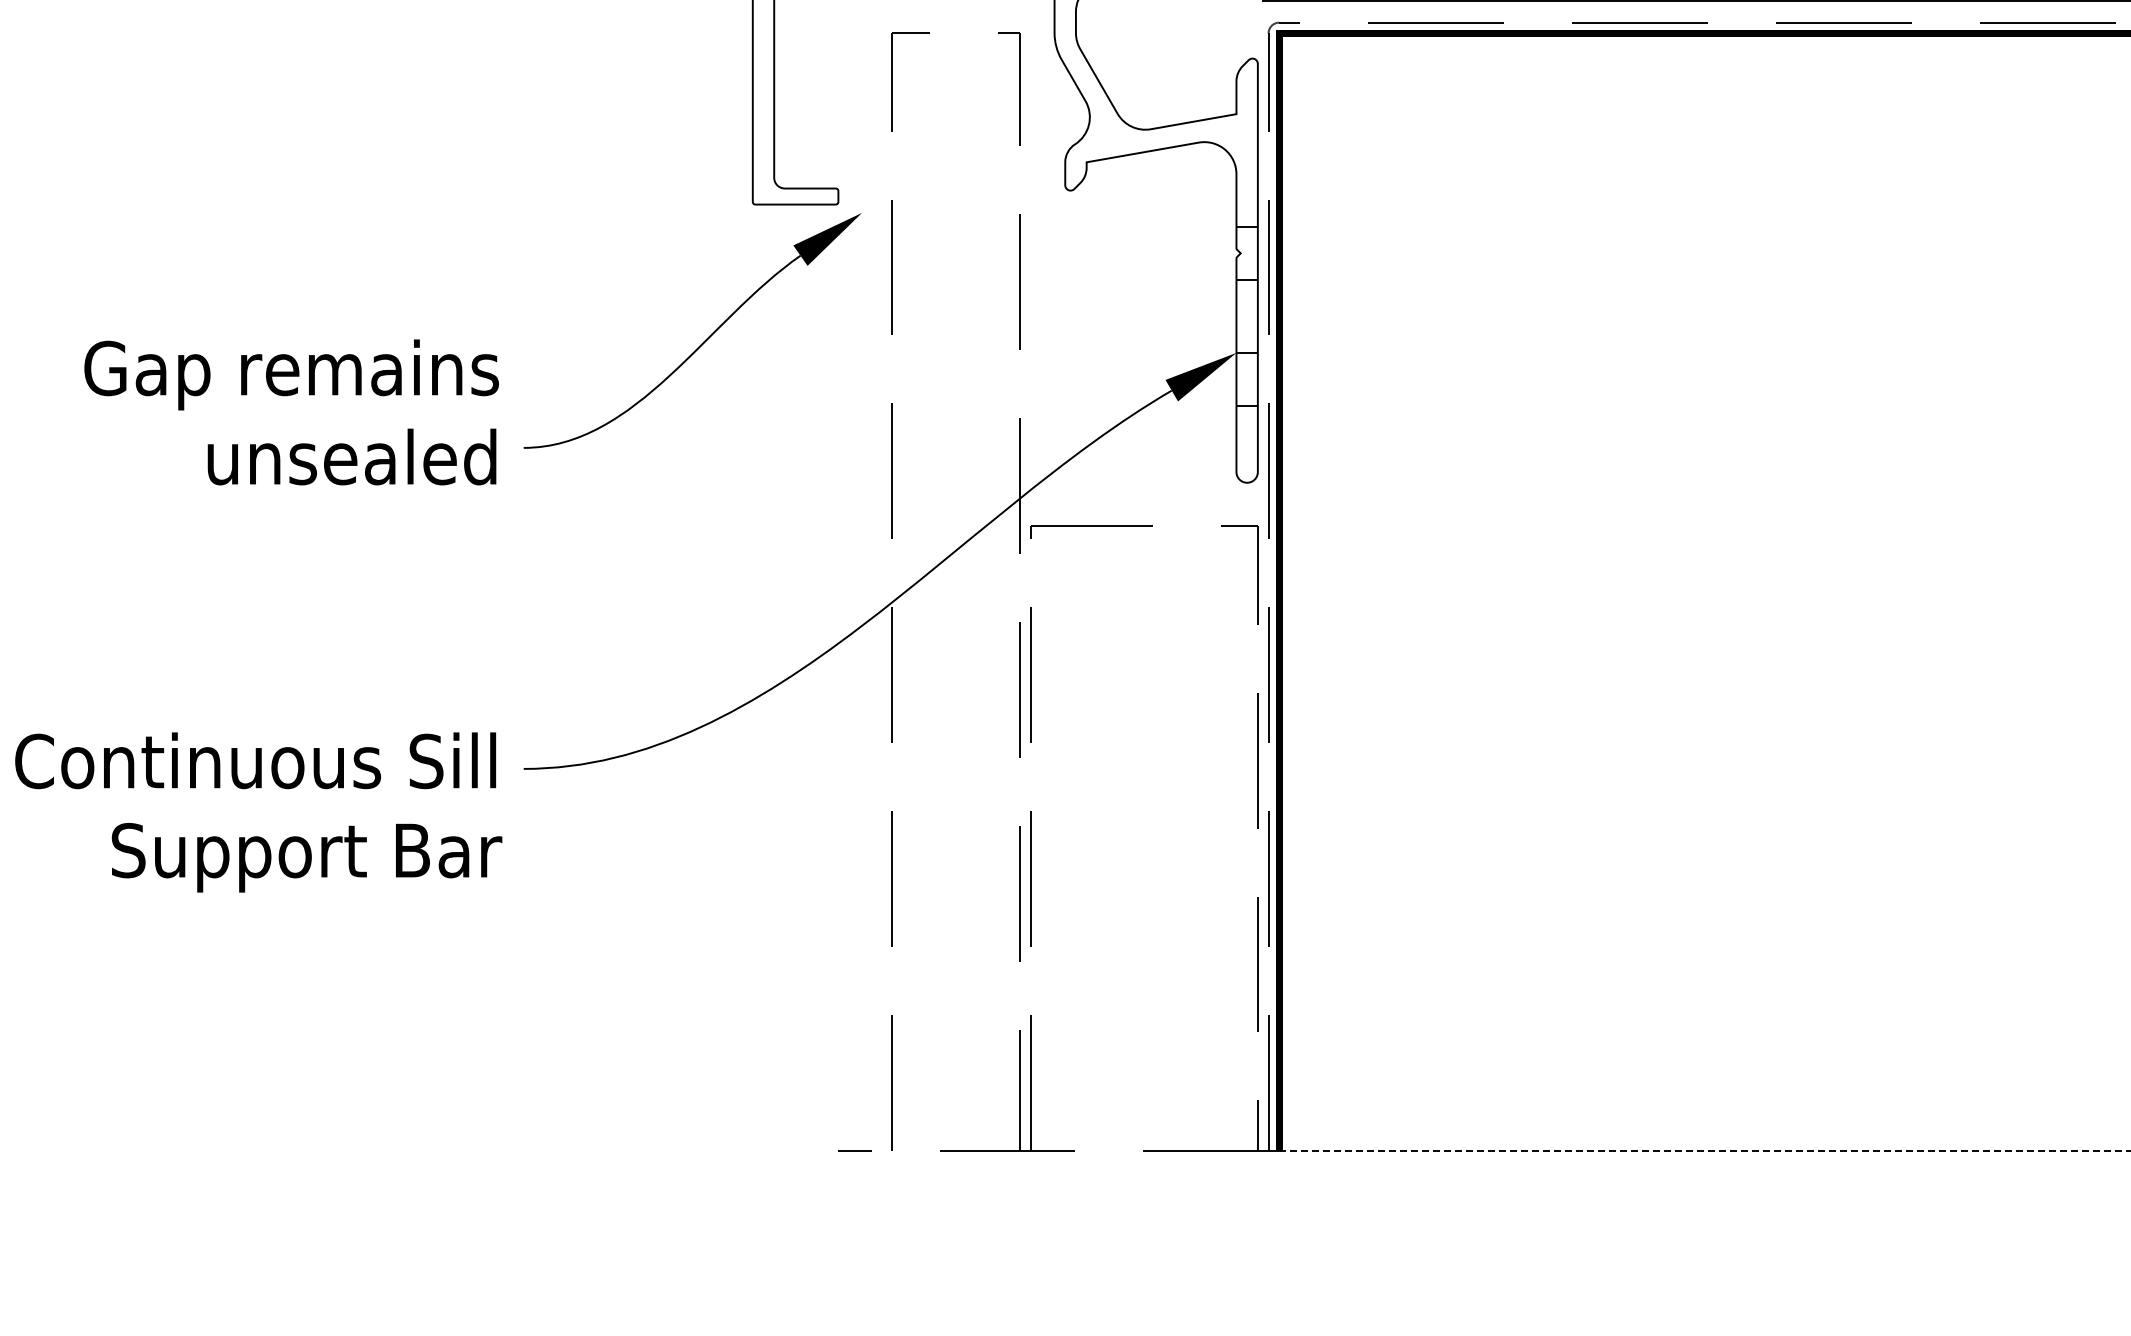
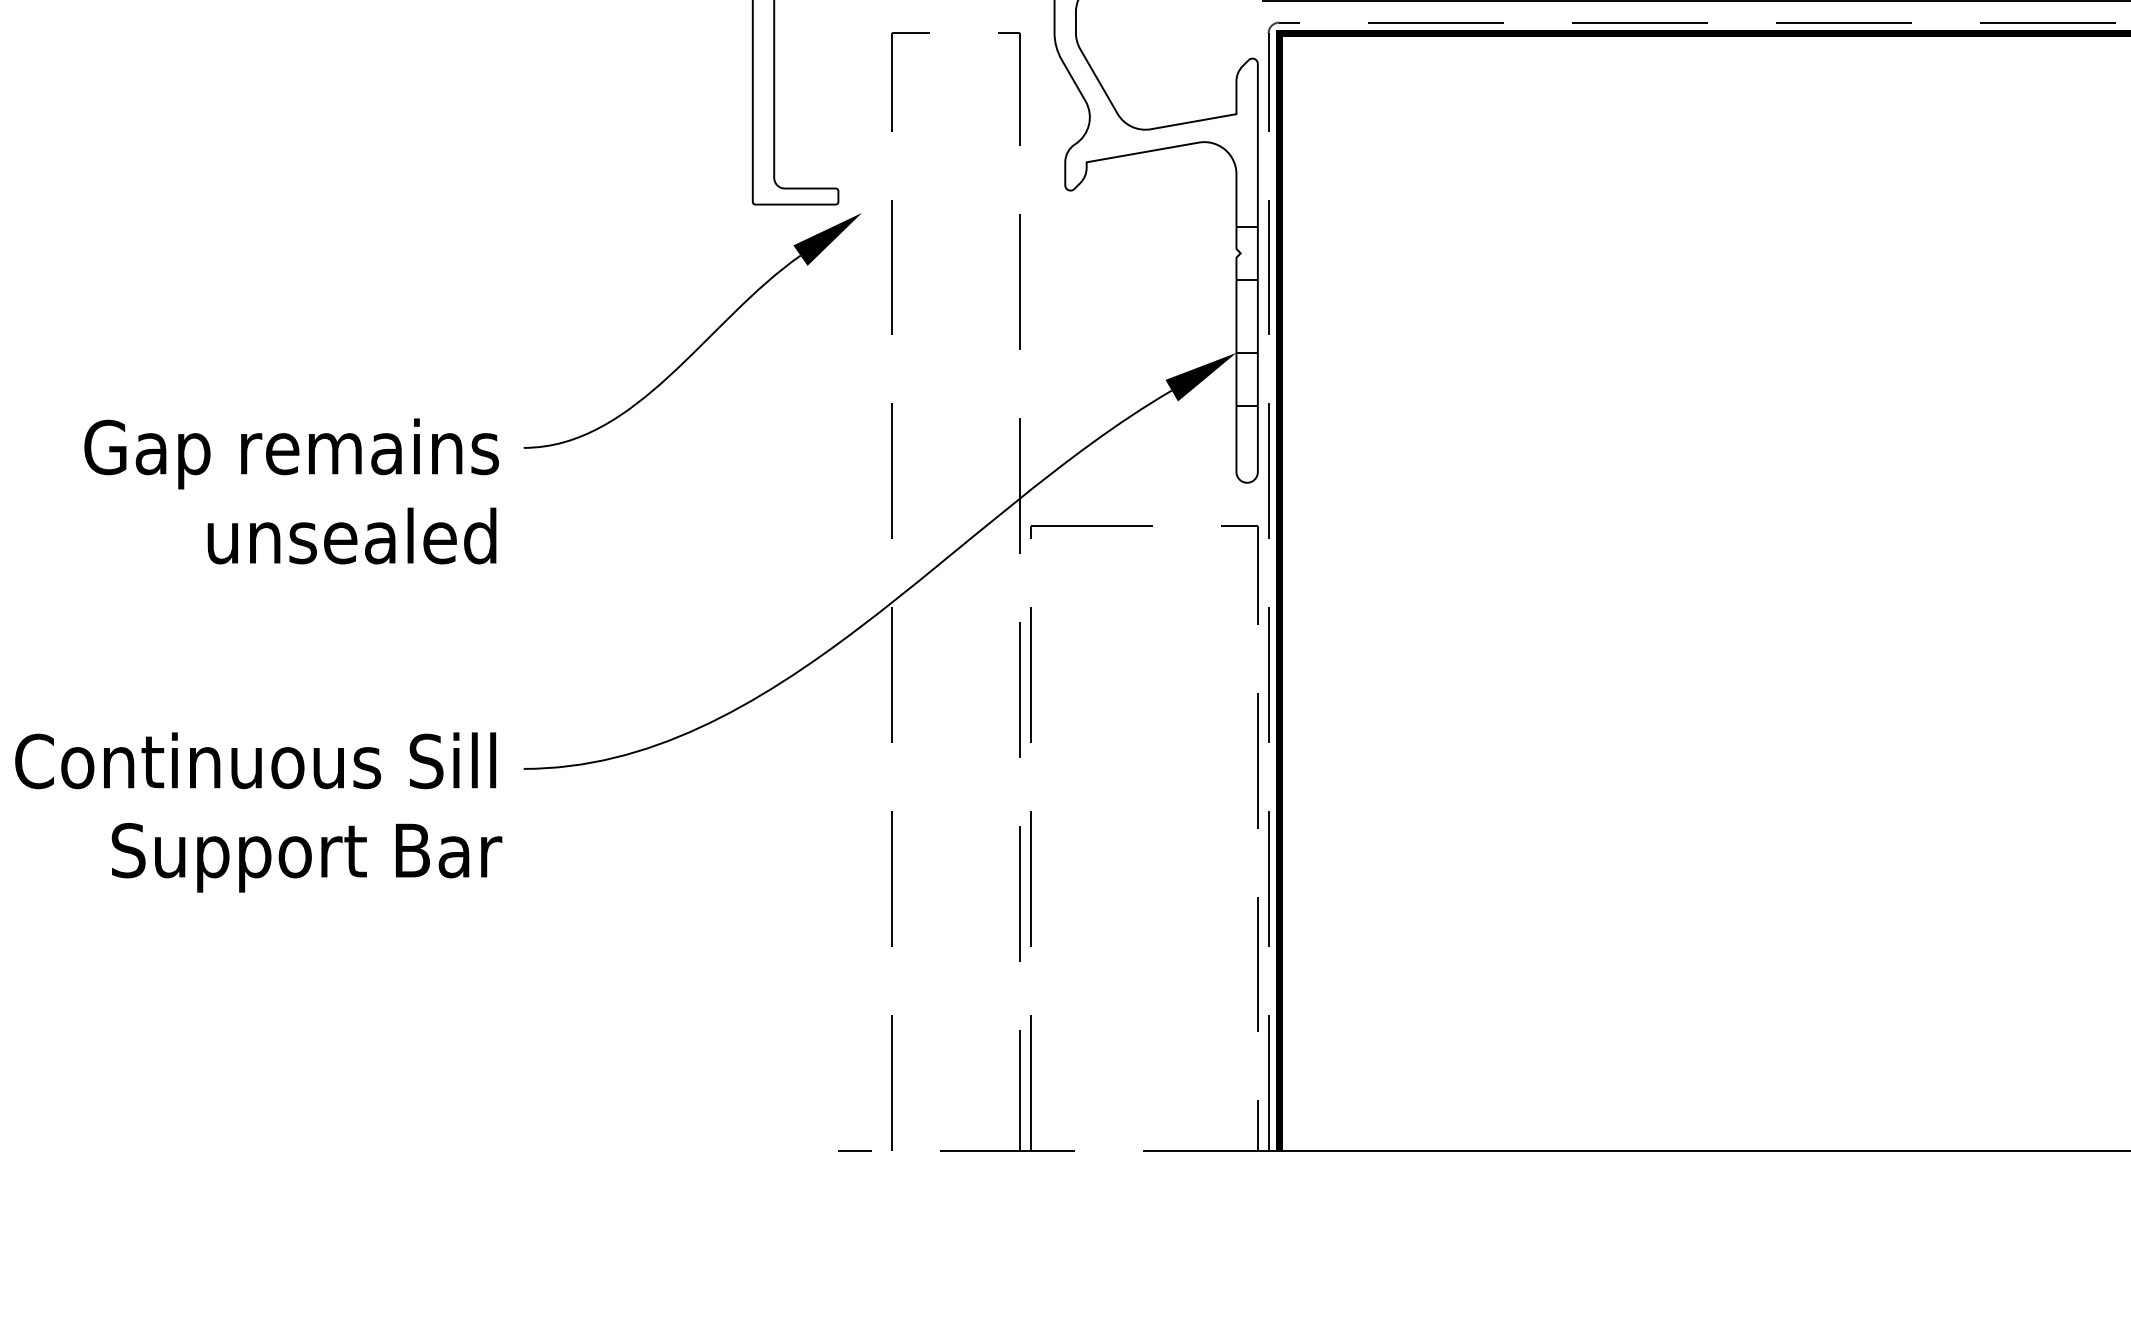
text at (291, 412) position: (291, 412) -> (291, 491)
line at (1704, 1150): dashed -> solid
